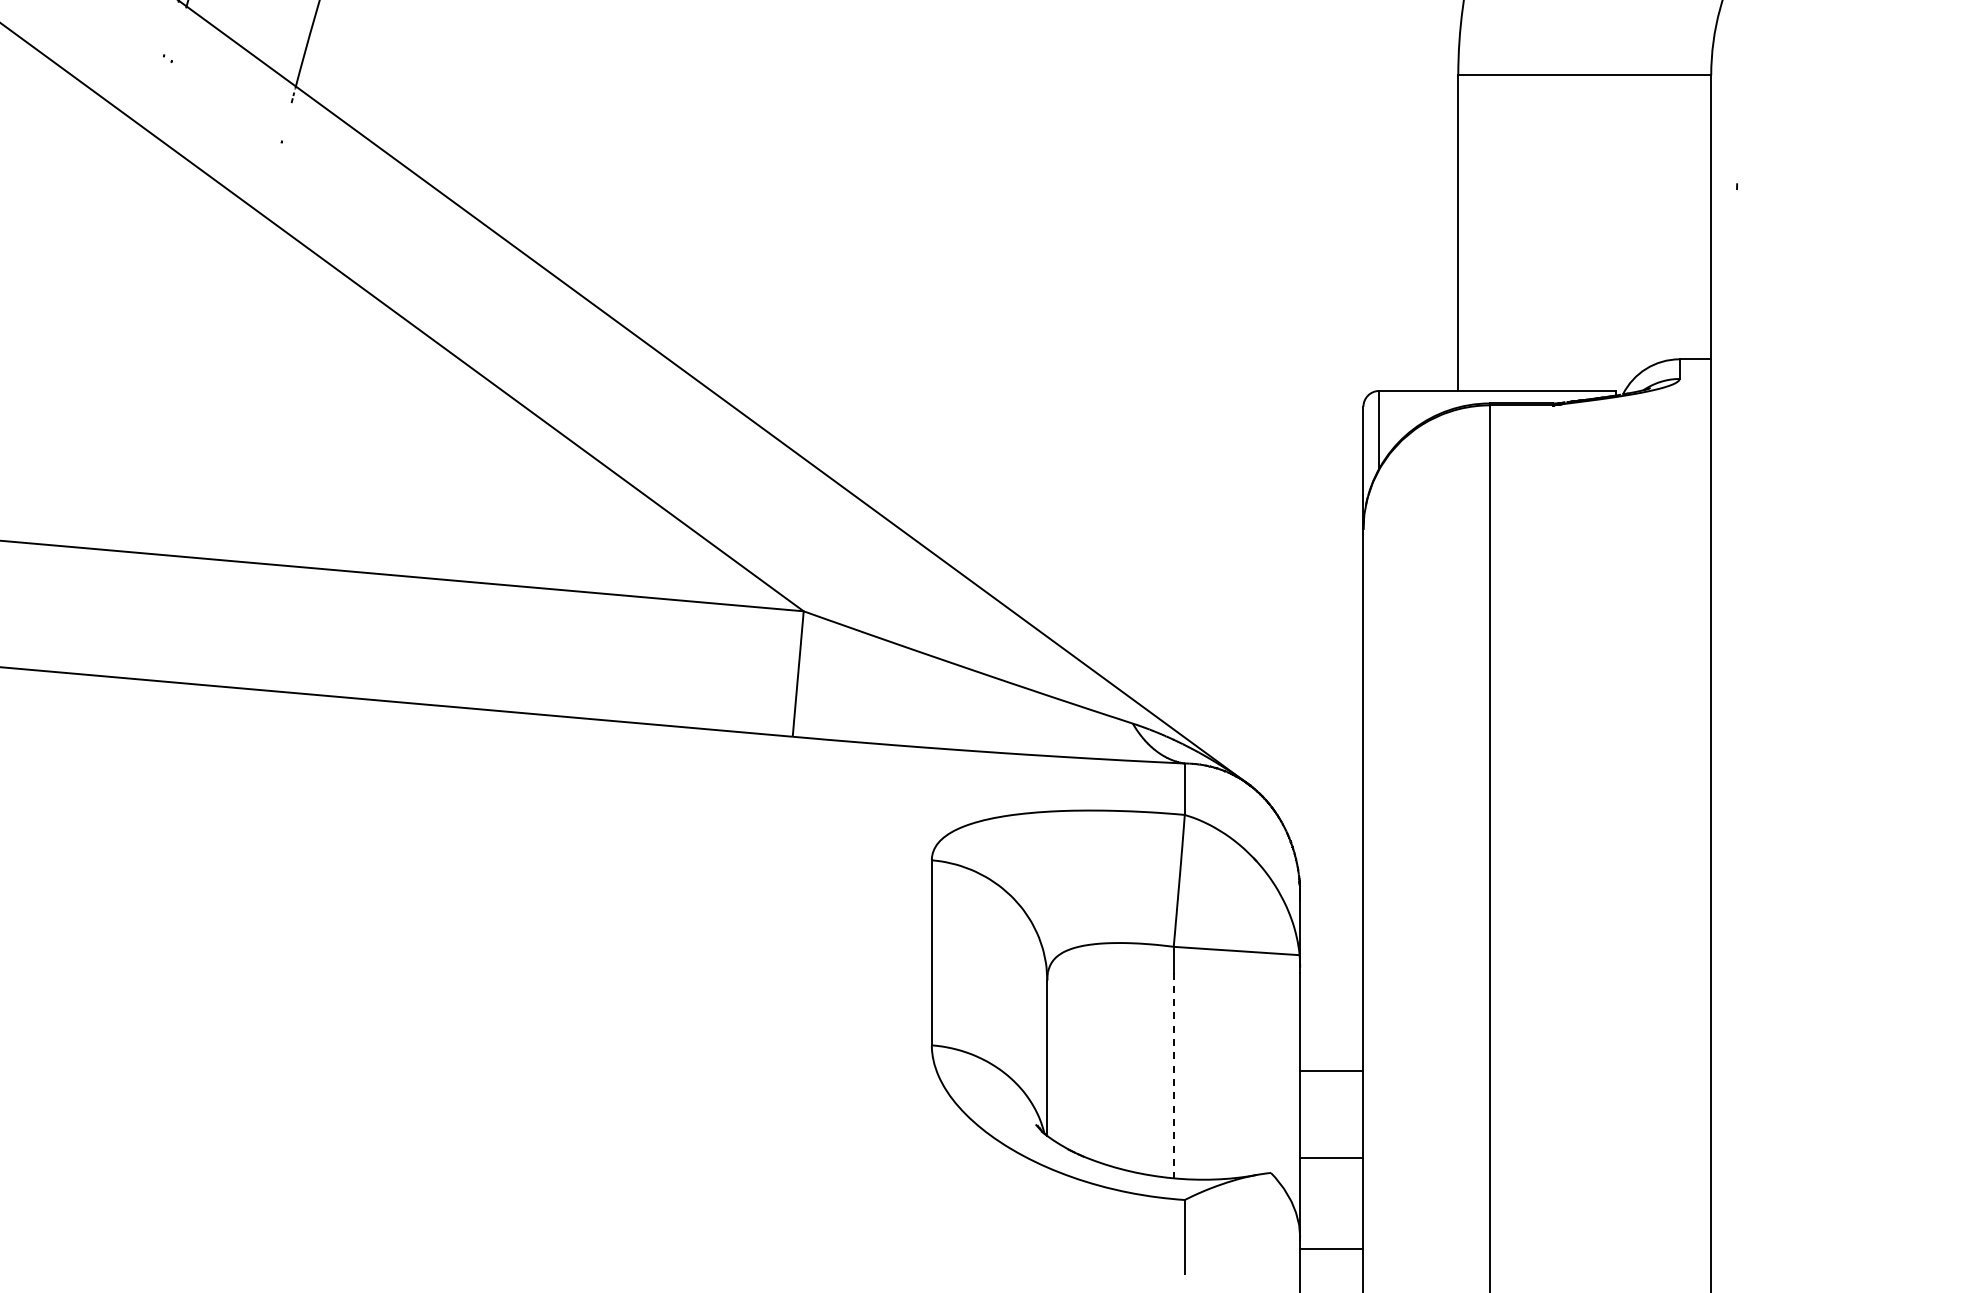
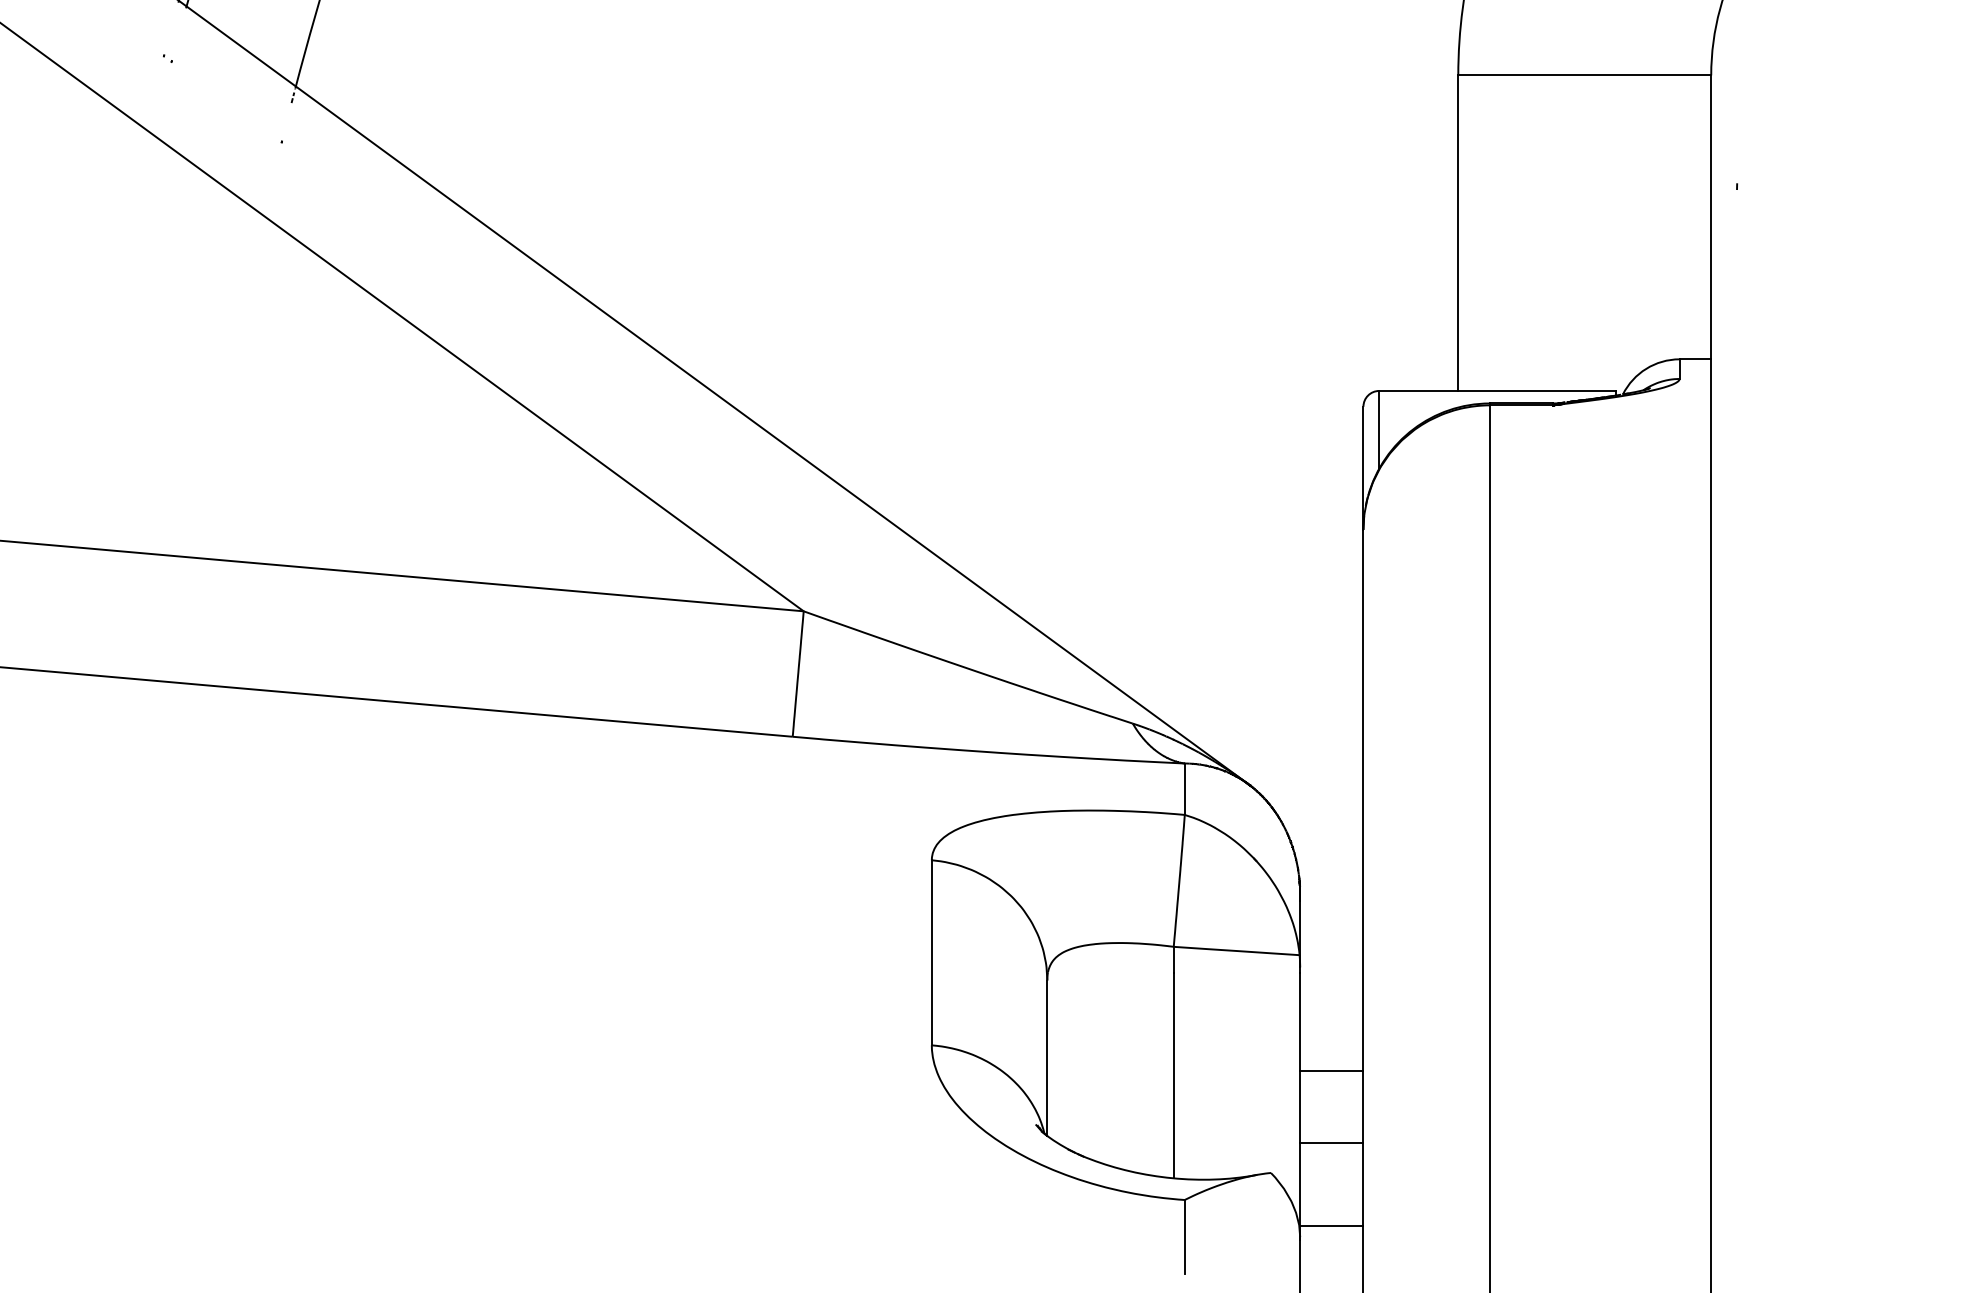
line at (1173, 1075): dashed -> solid
line at (1331, 1158) position: (1331, 1158) -> (1331, 1143)
line at (1331, 1249) position: (1331, 1249) -> (1331, 1226)
